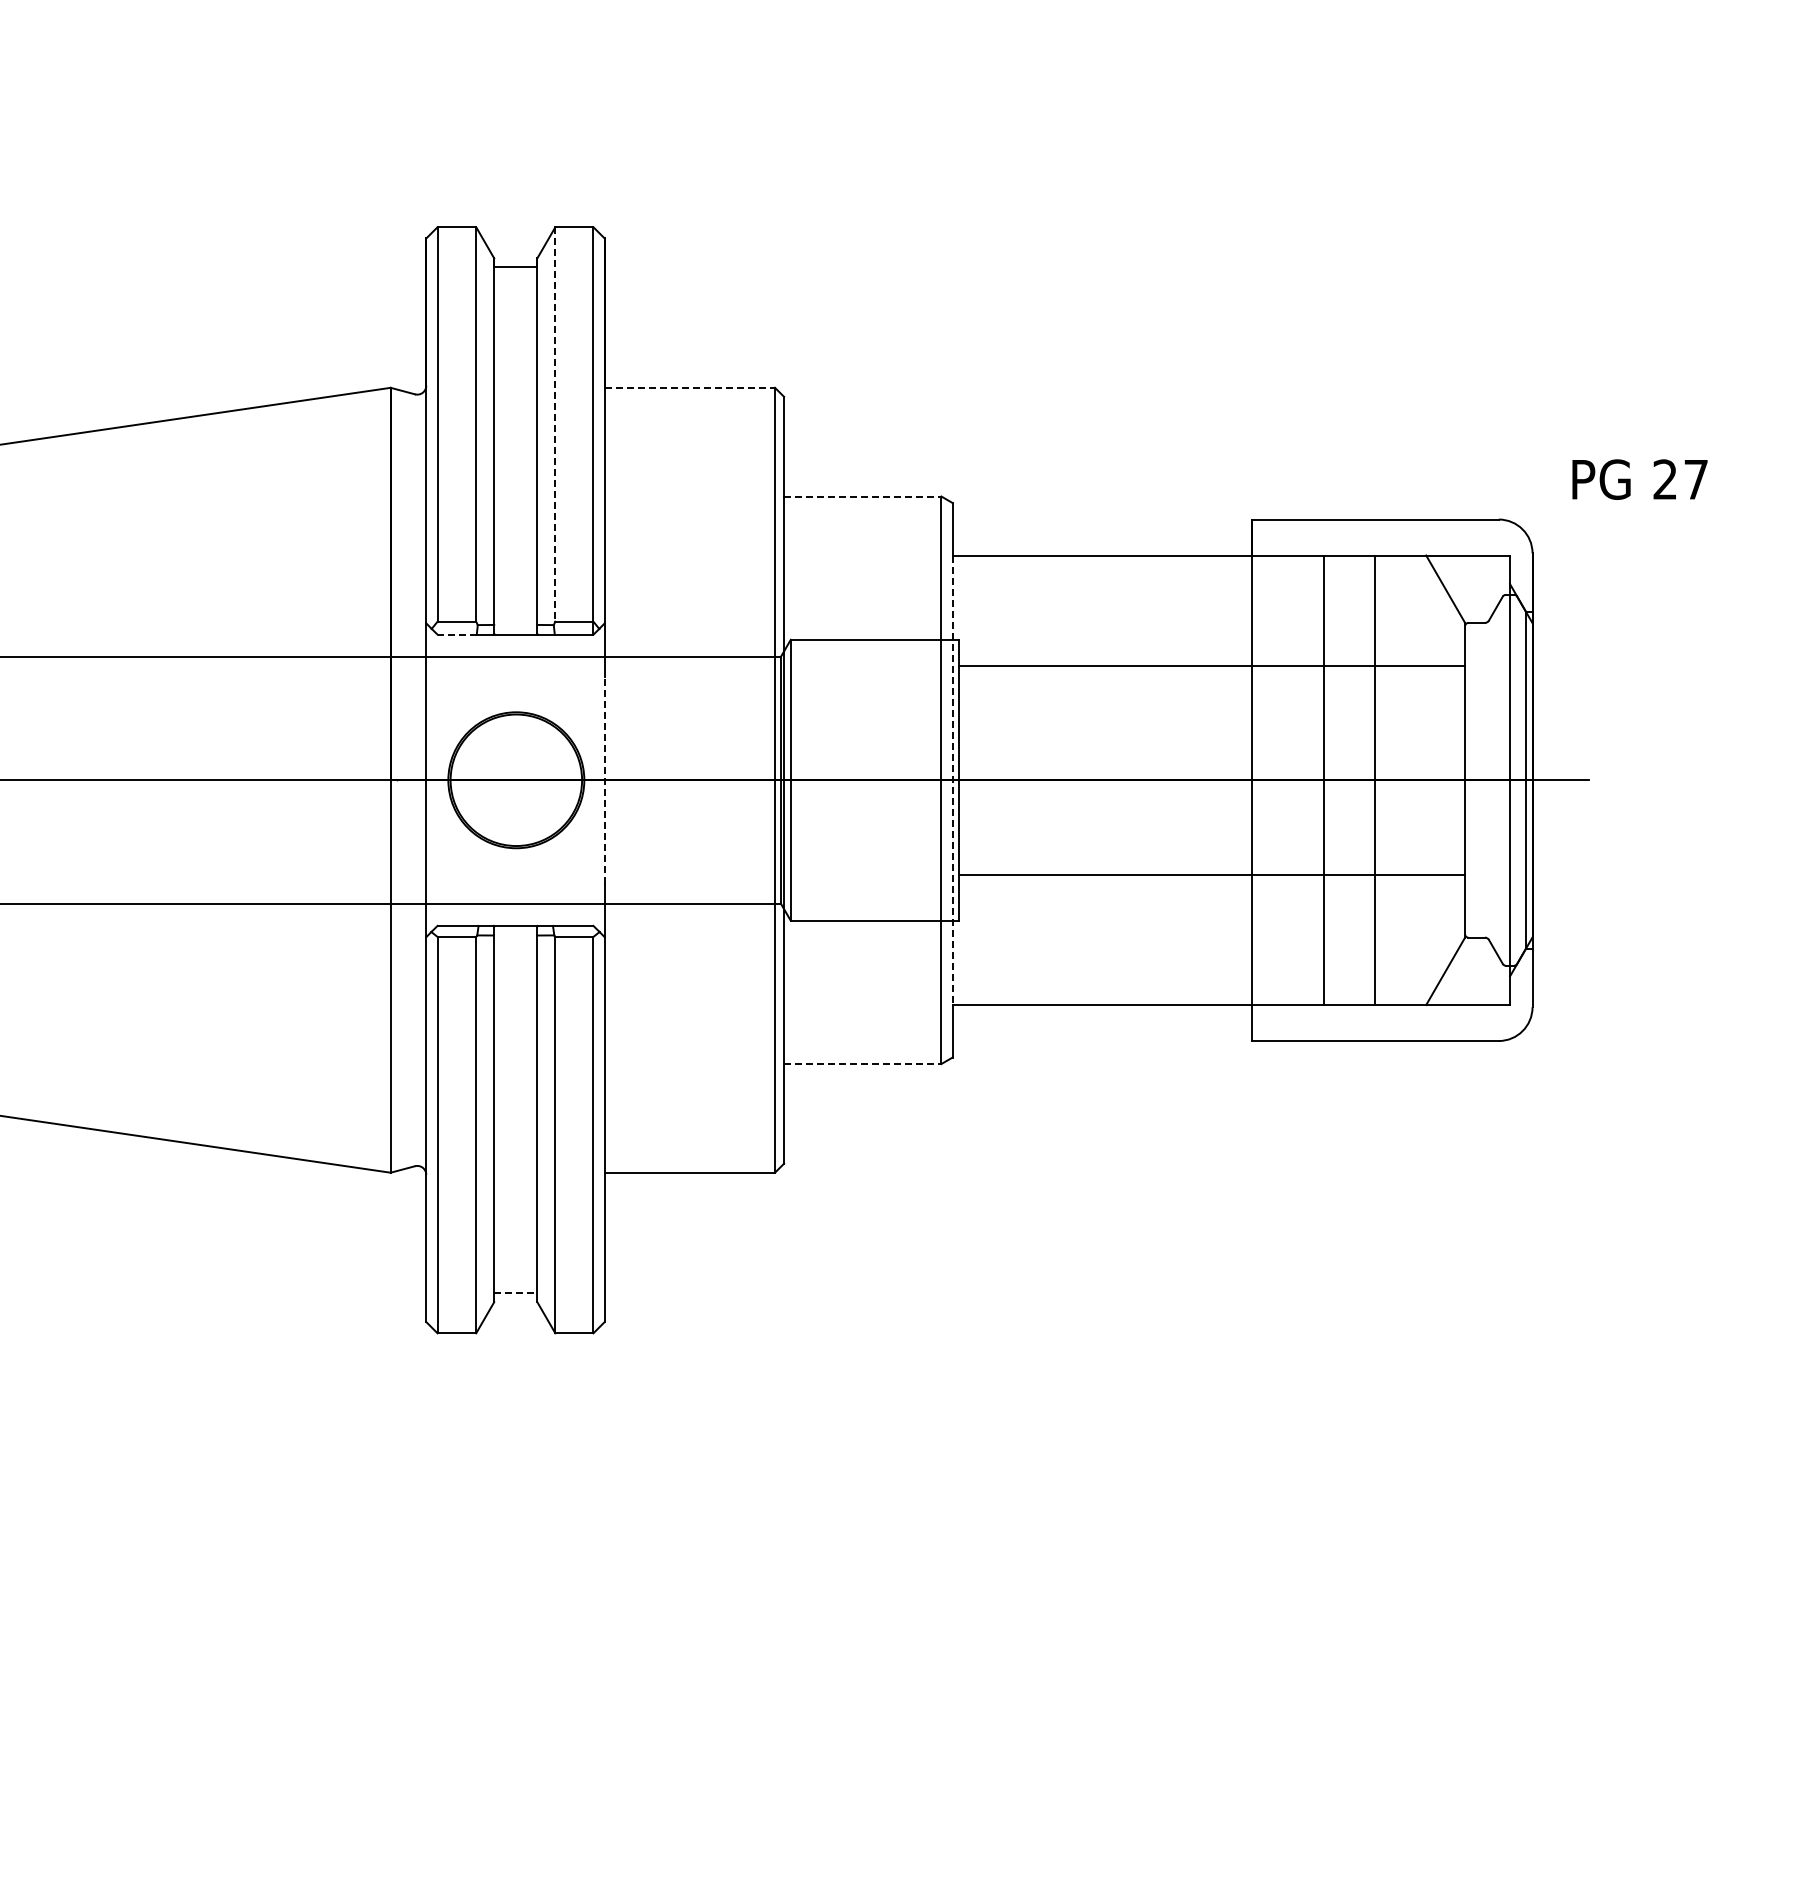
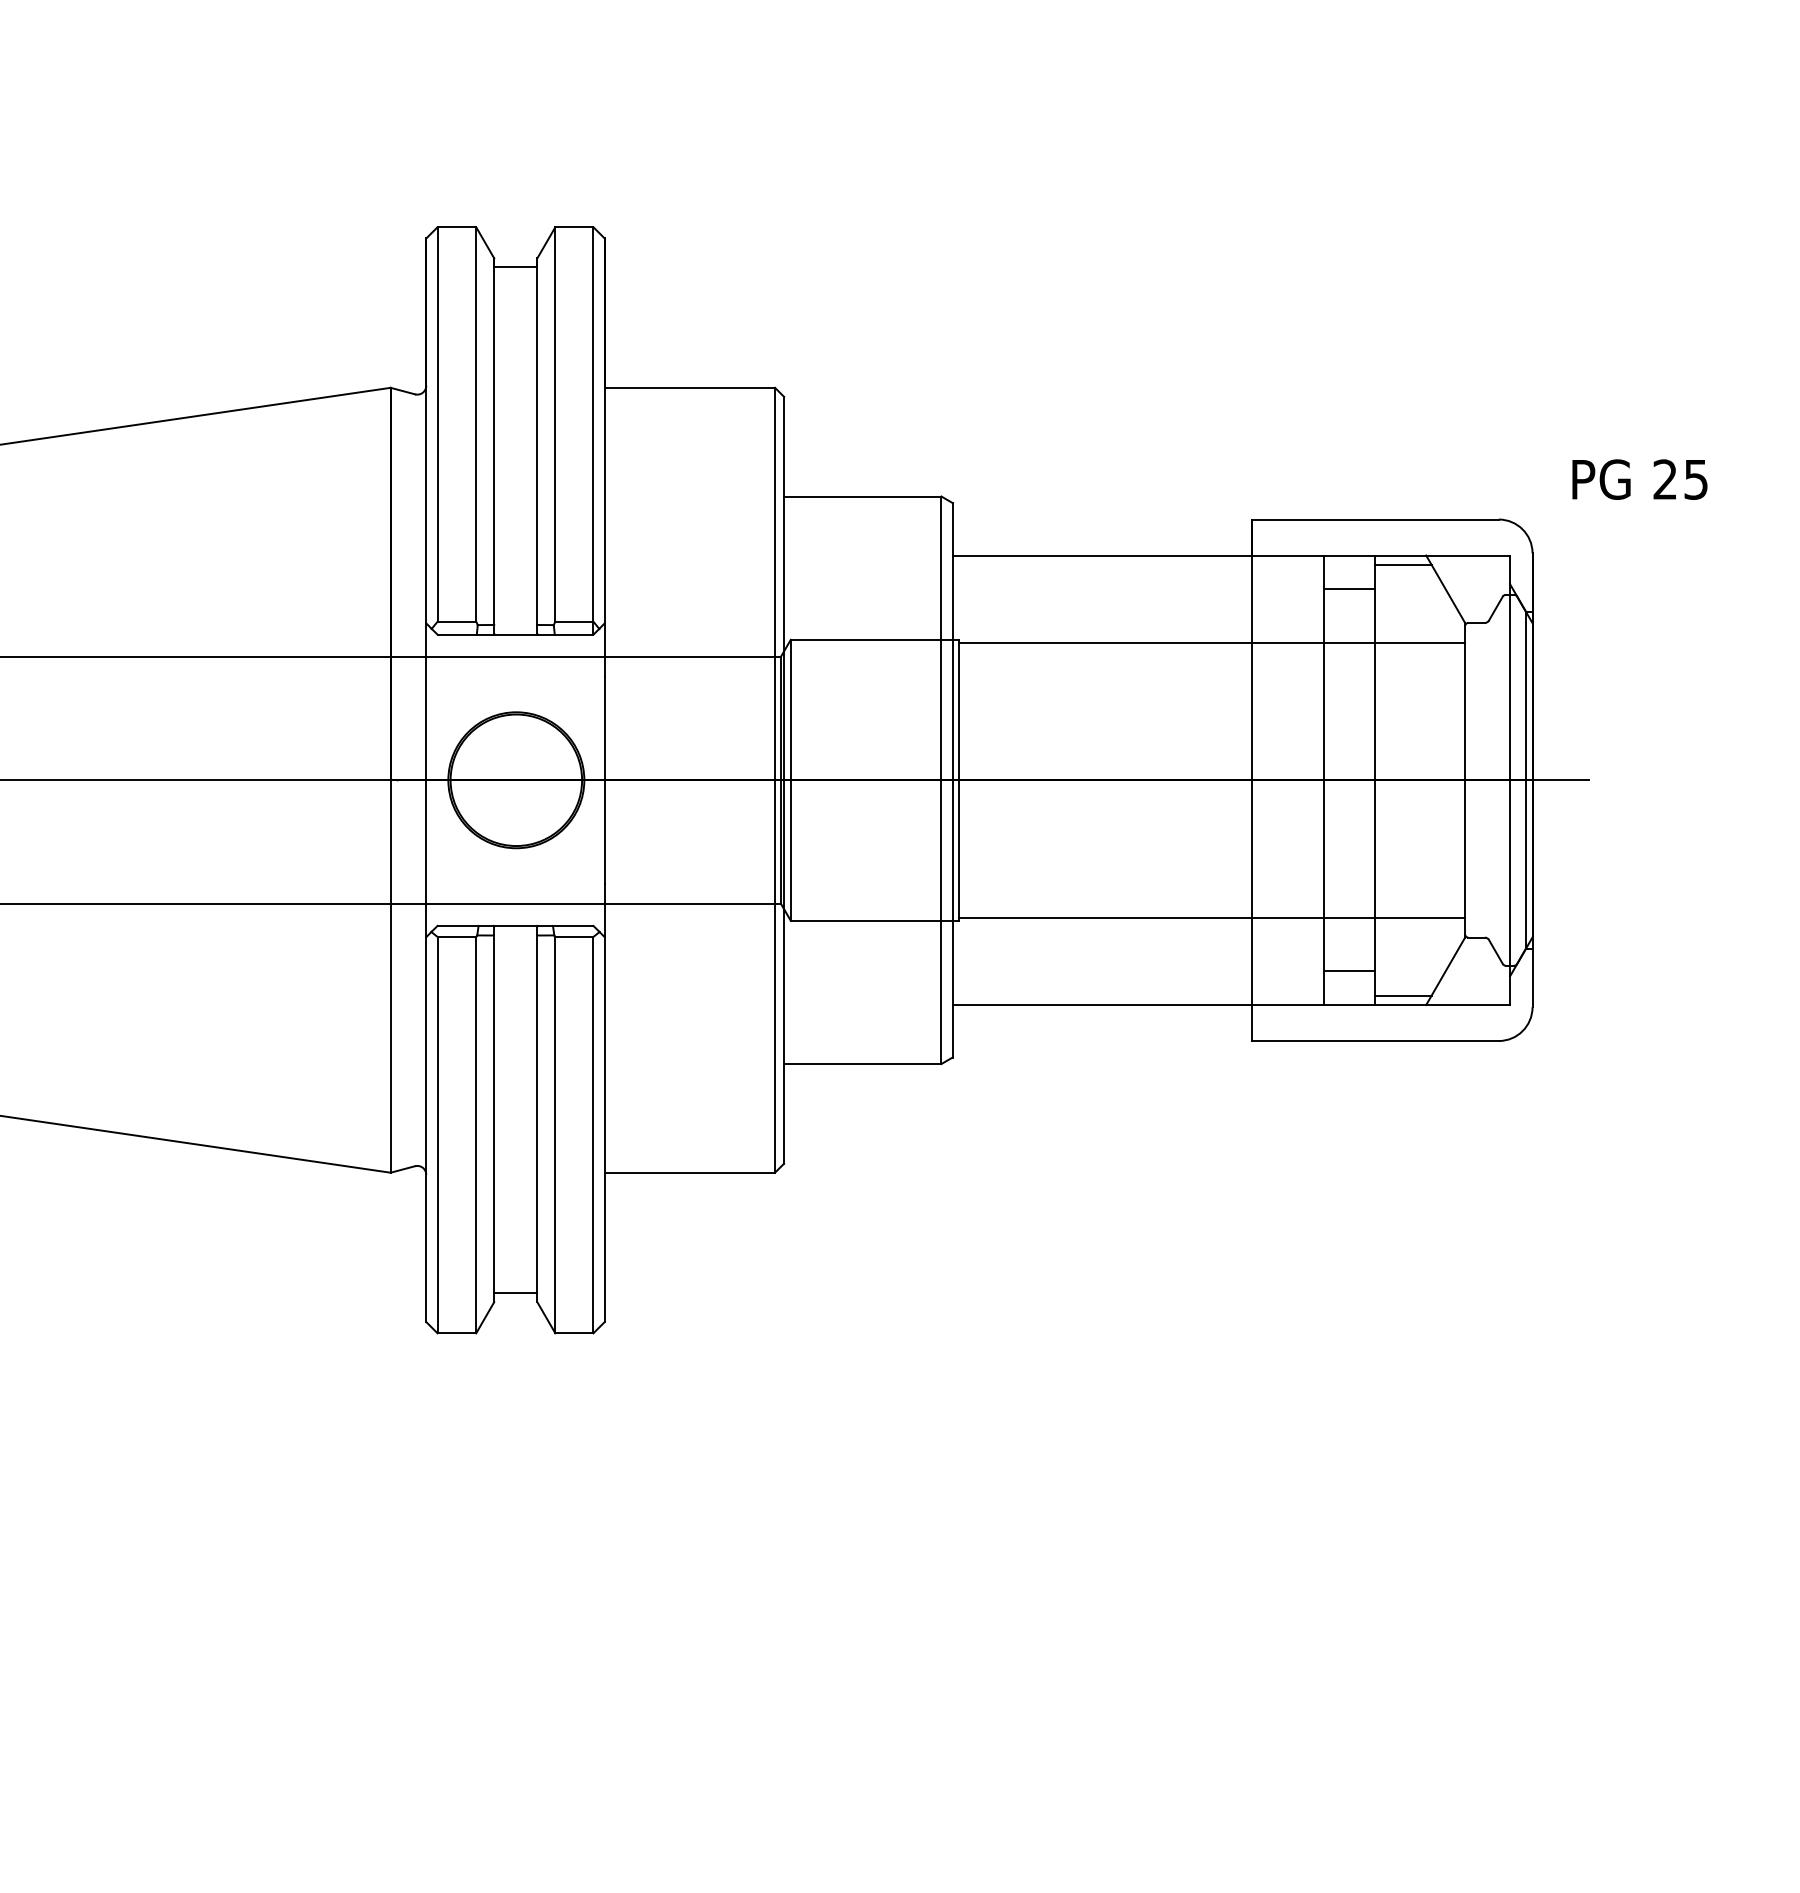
line at (690, 387): dashed -> solid
line at (555, 424): dashed -> solid
text at (1695, 479): 27 -> 25
line at (862, 496): dashed -> solid
line at (1403, 564): none -> present
line at (1349, 589): none -> present
line at (457, 634): dashed -> solid
line at (1212, 665) position: (1212, 665) -> (1212, 642)
line at (604, 779): dashed -> solid
line at (952, 780): dashed -> solid
line at (1212, 874) position: (1212, 874) -> (1212, 917)
line at (1349, 971): none -> present
line at (1403, 995): none -> present
line at (862, 1064): dashed -> solid
line at (515, 1293): dashed -> solid
